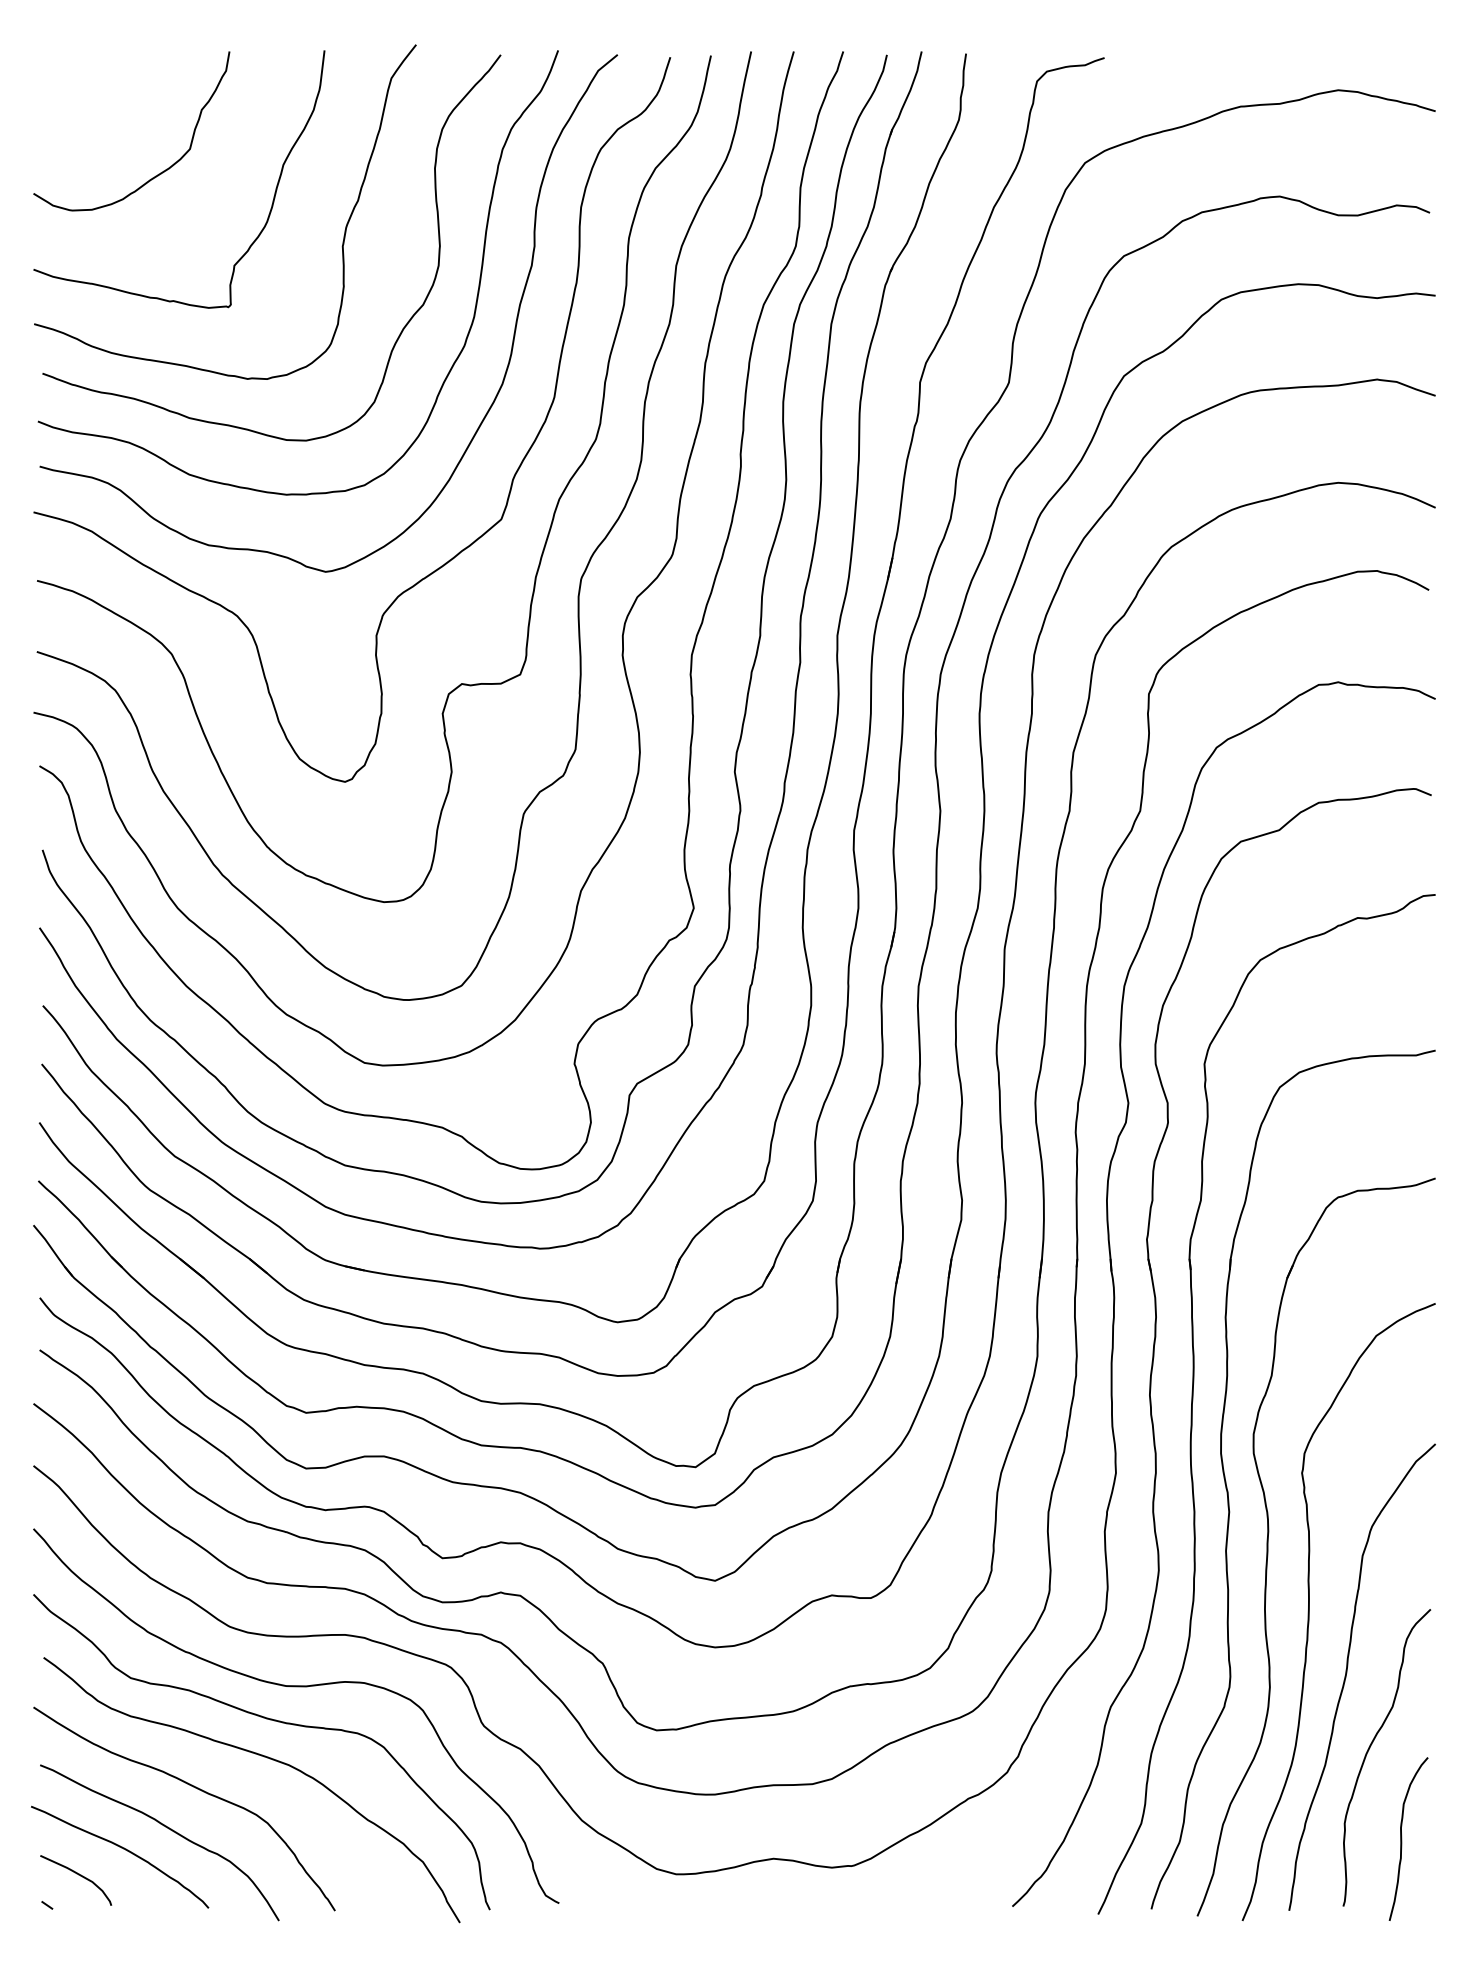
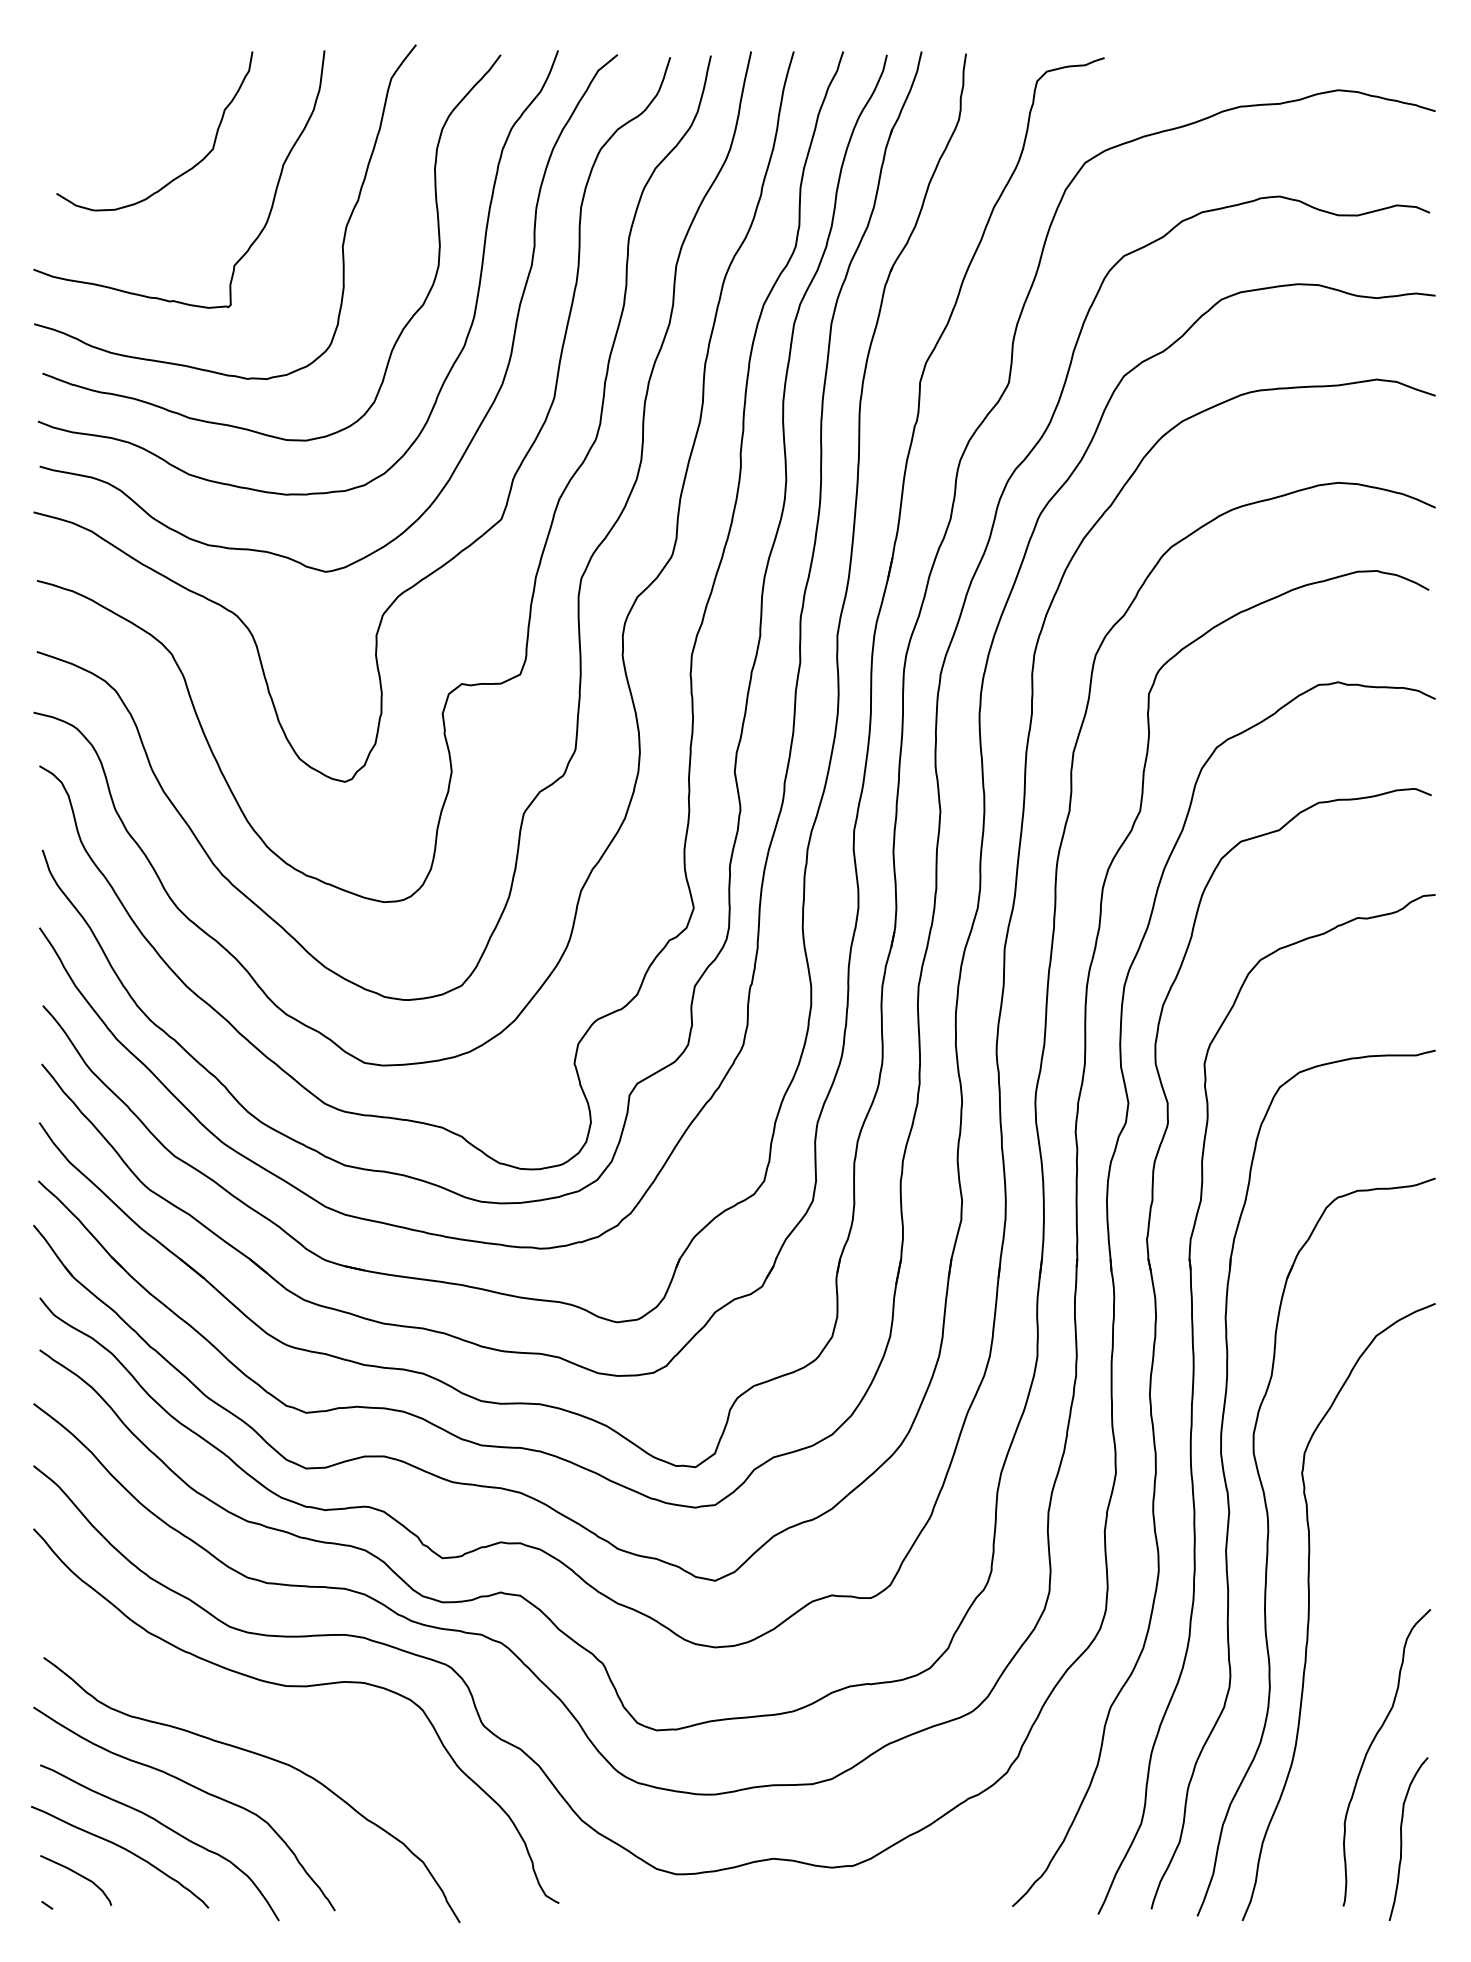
curve at (155, 175) position: (155, 175) -> (178, 175)
curve at (1347, 1673): present -> none
curve at (270, 1720): present -> none
